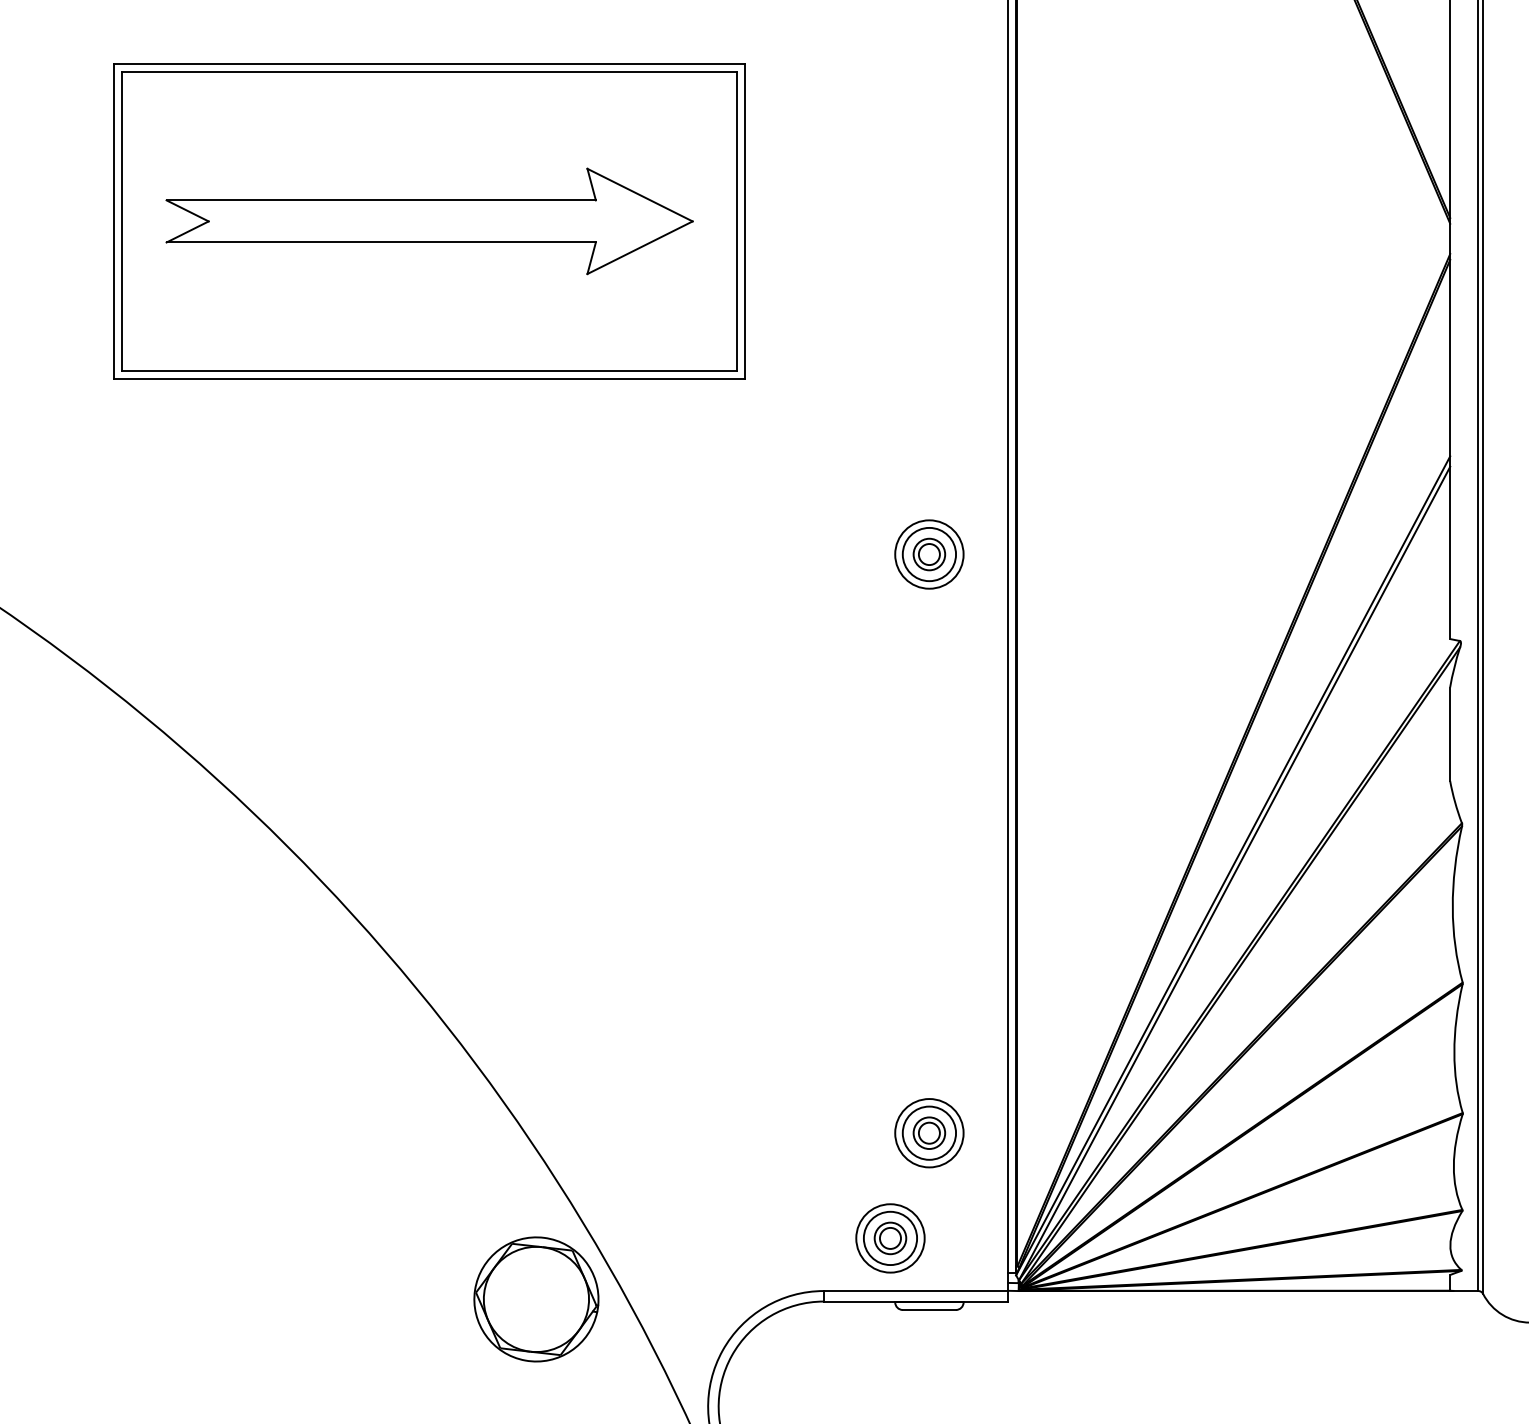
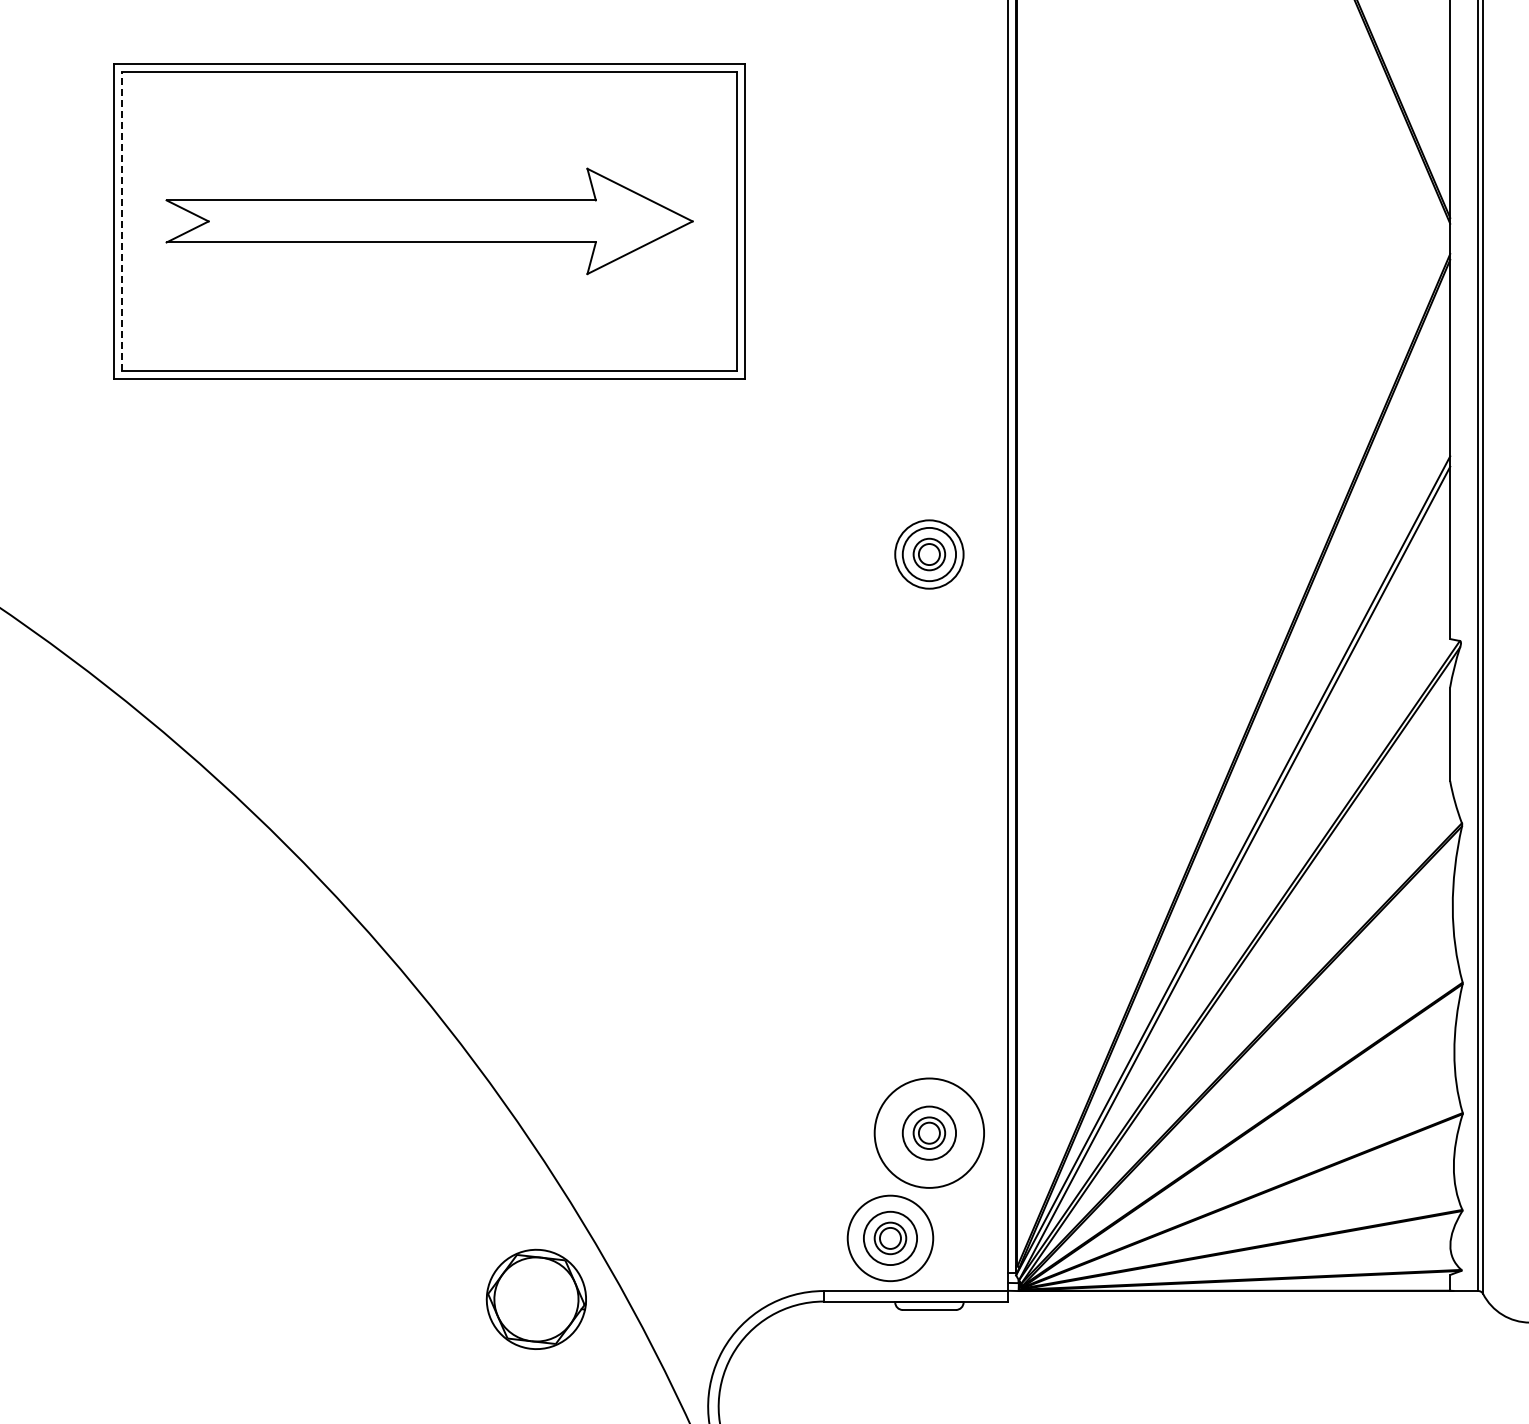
line at (122, 220): solid -> dashed
circle at (929, 1133) diameter: 68 px -> 109 px
circle at (890, 1238) diameter: 68 px -> 85 px
part at (536, 1299) size: 127x127 px -> 102x102 px
